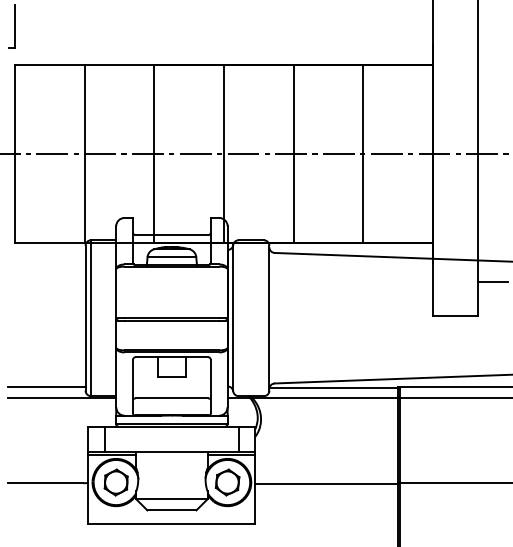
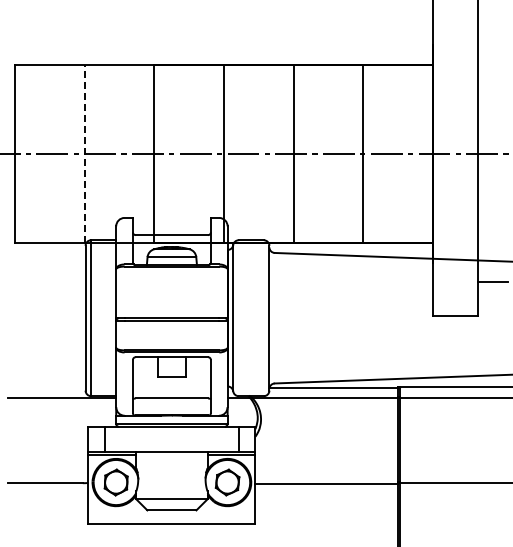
part at (11, 26): present -> none
line at (84, 153): solid -> dashed
line at (46, 387): present -> none
